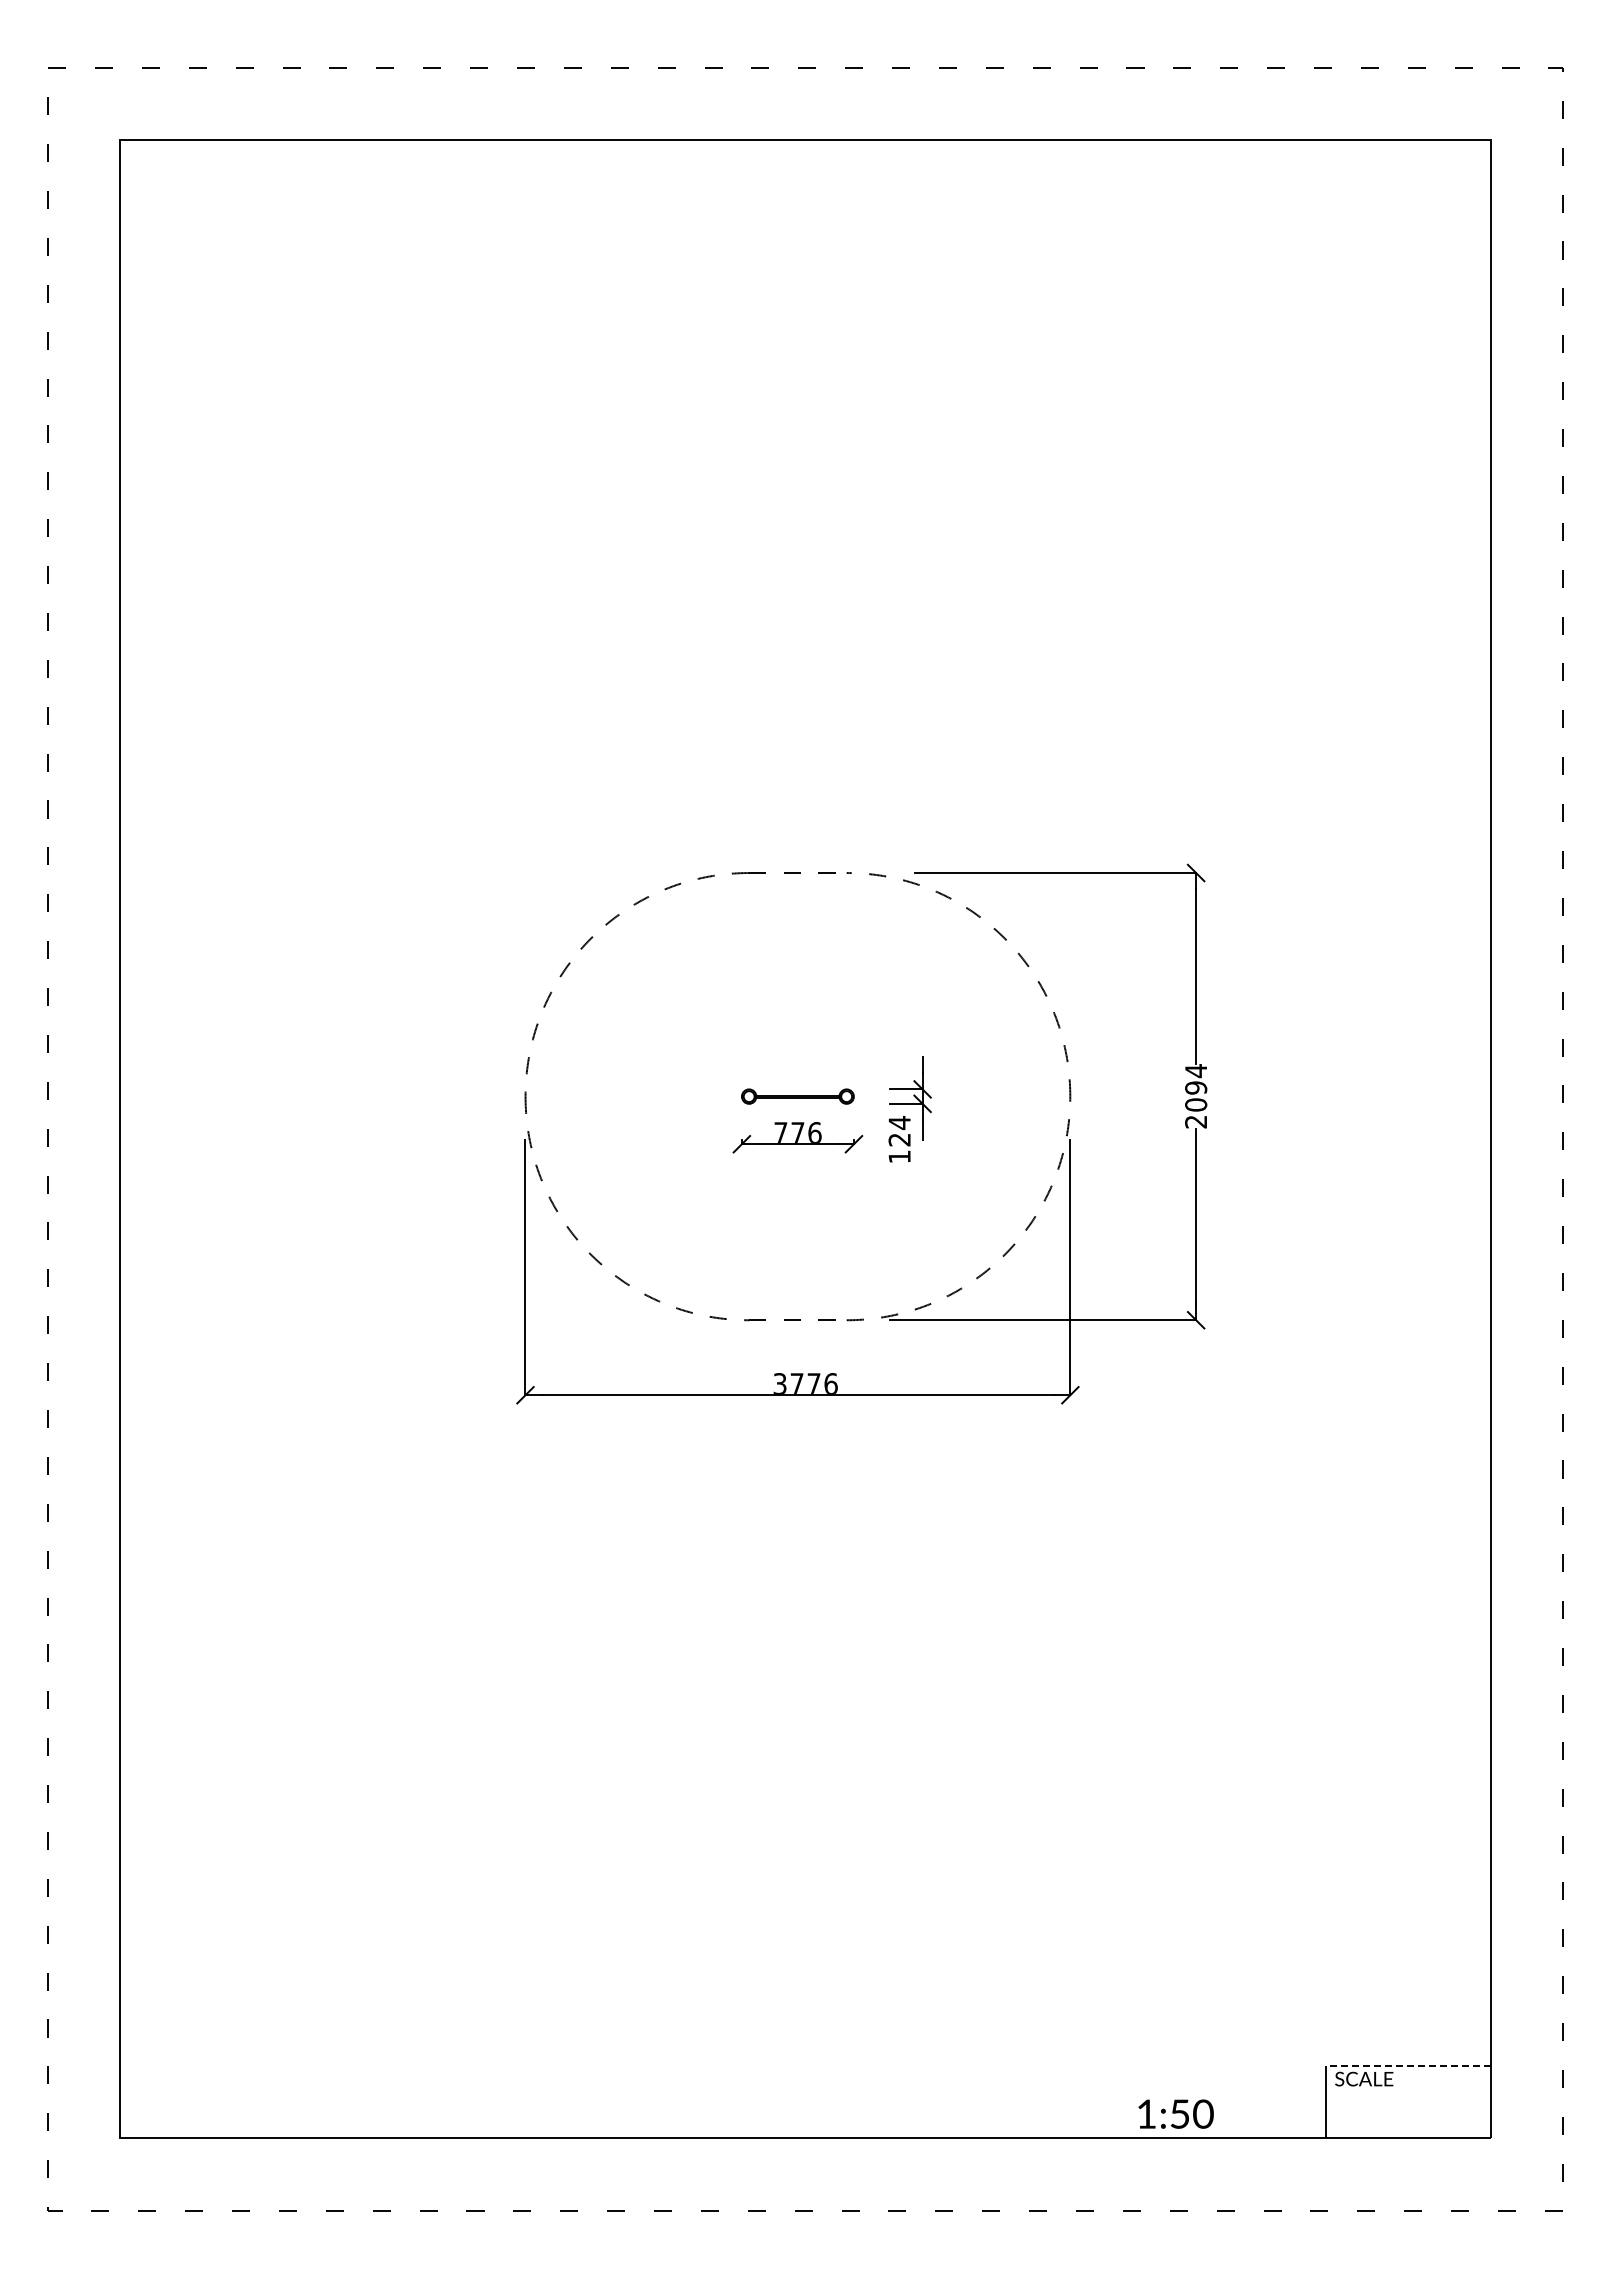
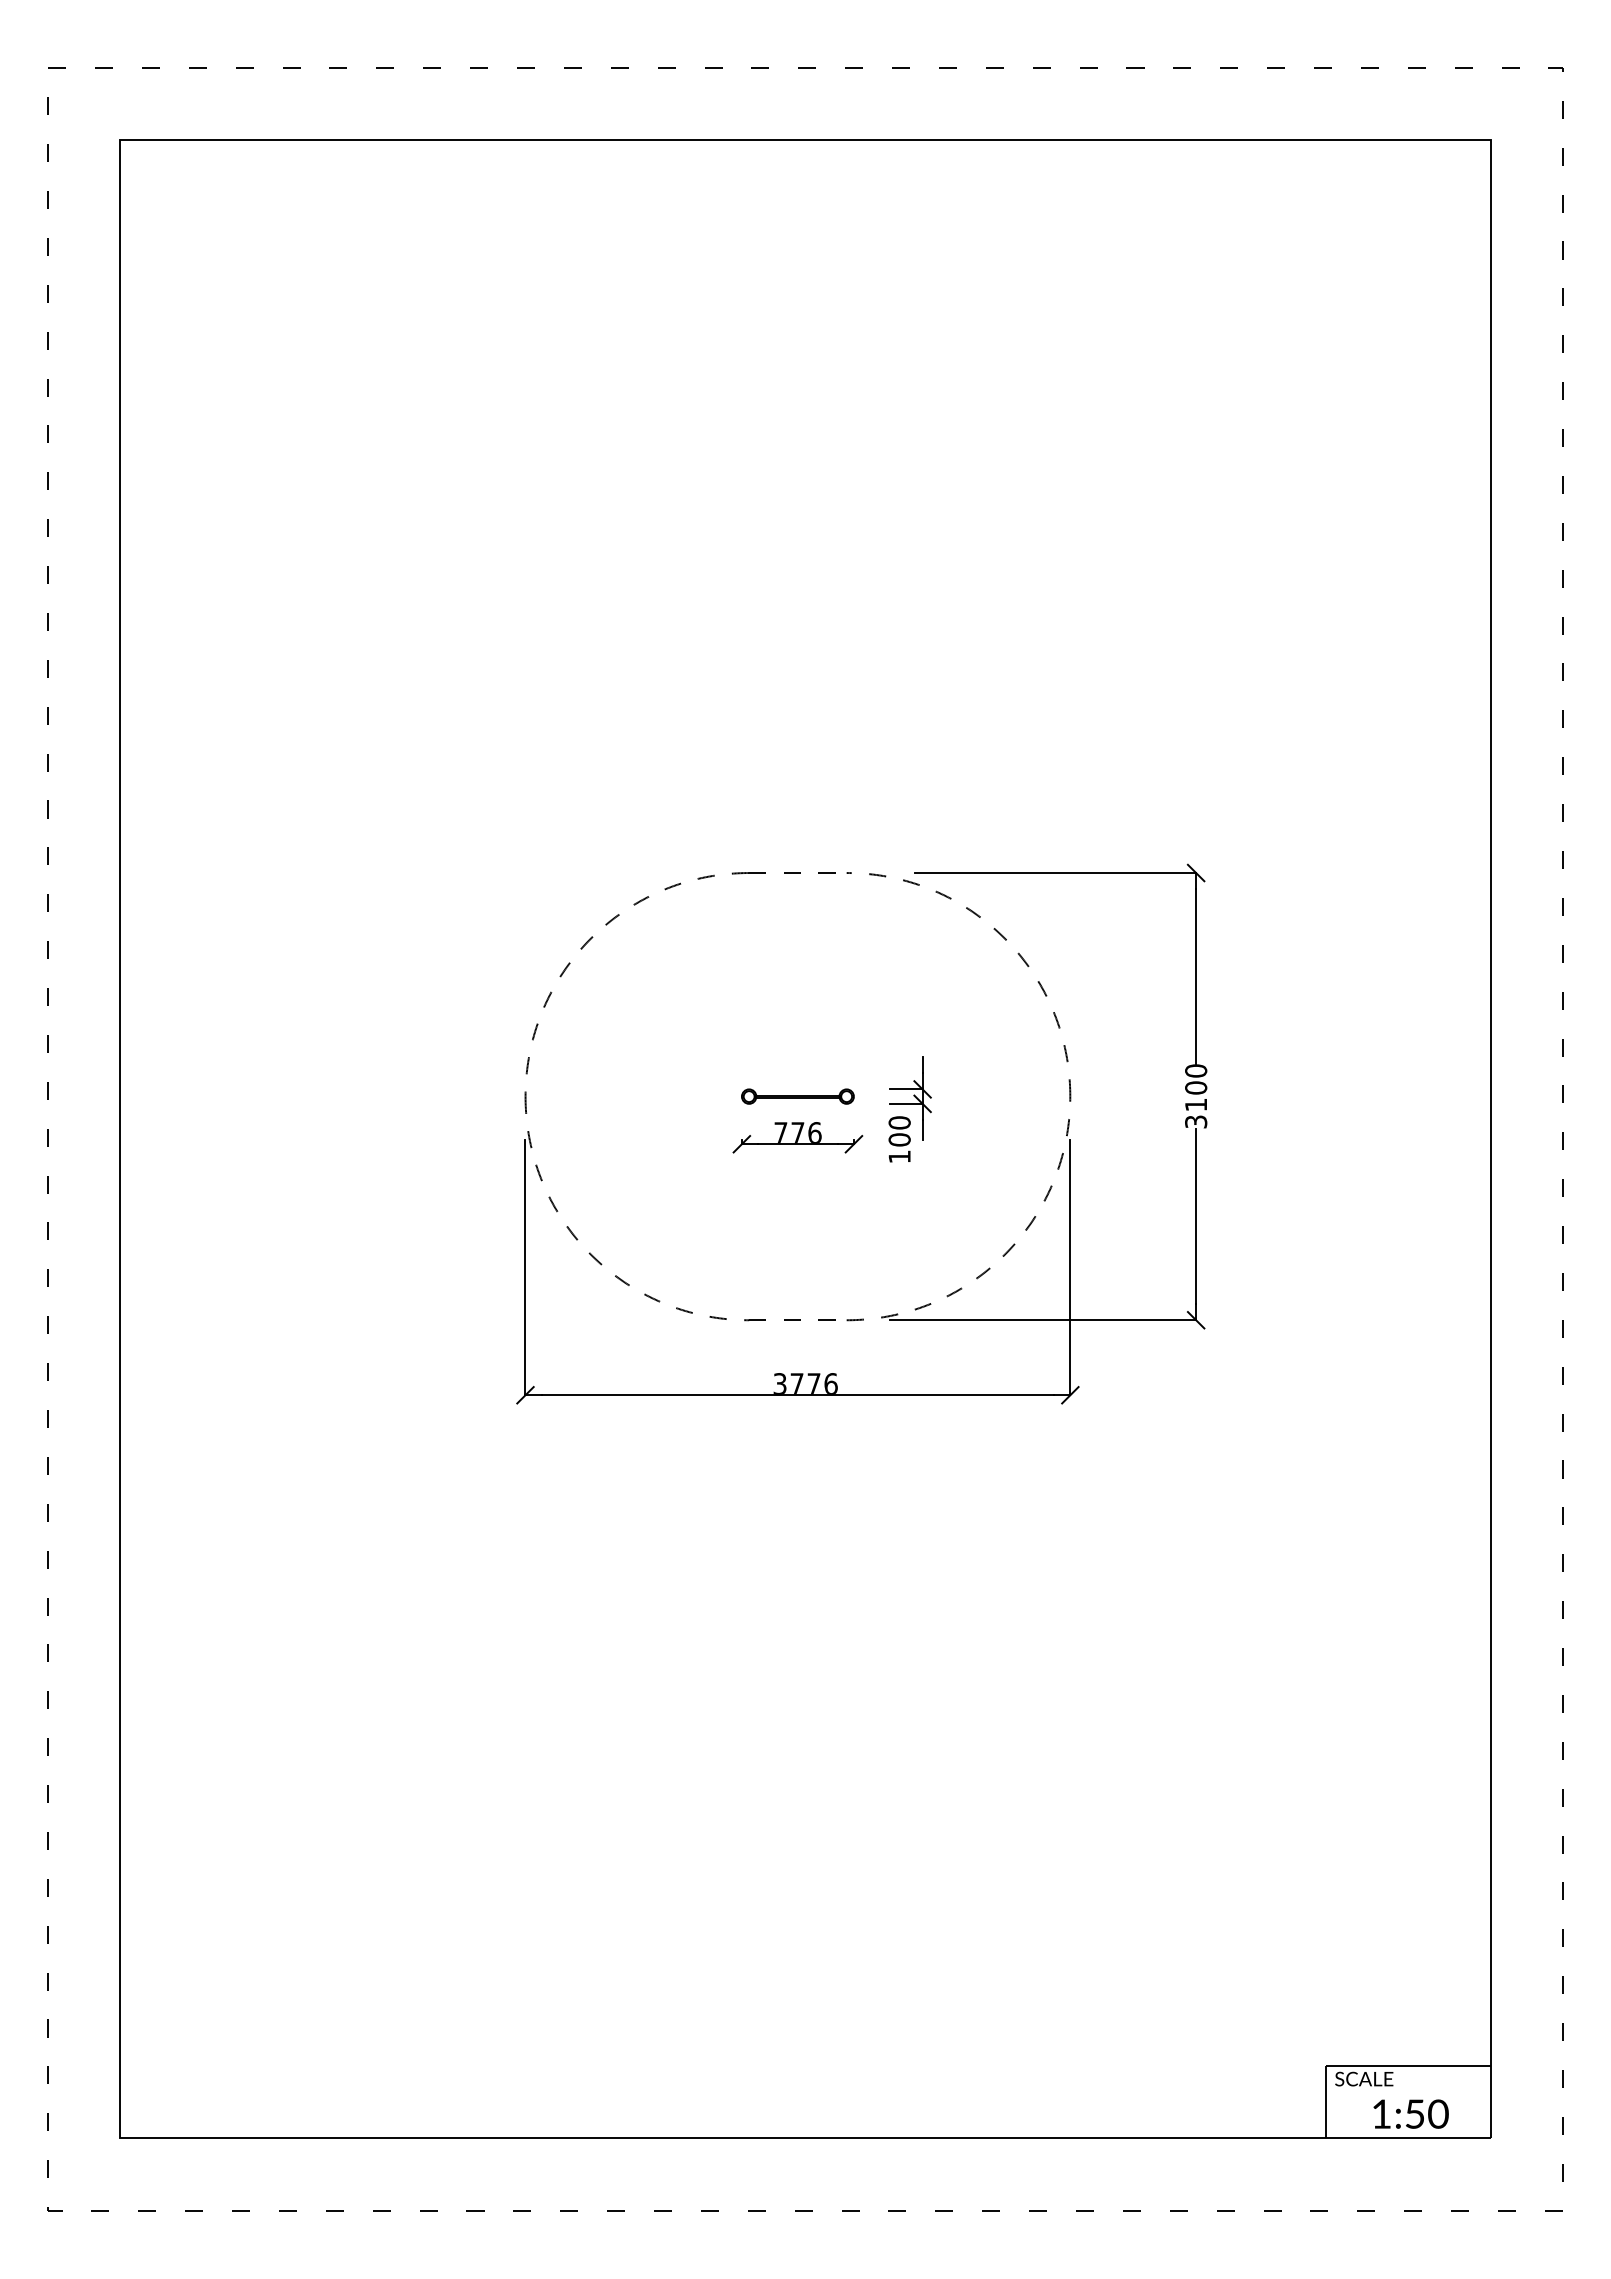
text at (1196, 1096): 2094 -> 3100
text at (899, 1131): 124 -> 100
line at (1407, 2066): dashed -> solid
text at (1175, 2113) position: (1175, 2113) -> (1410, 2113)
